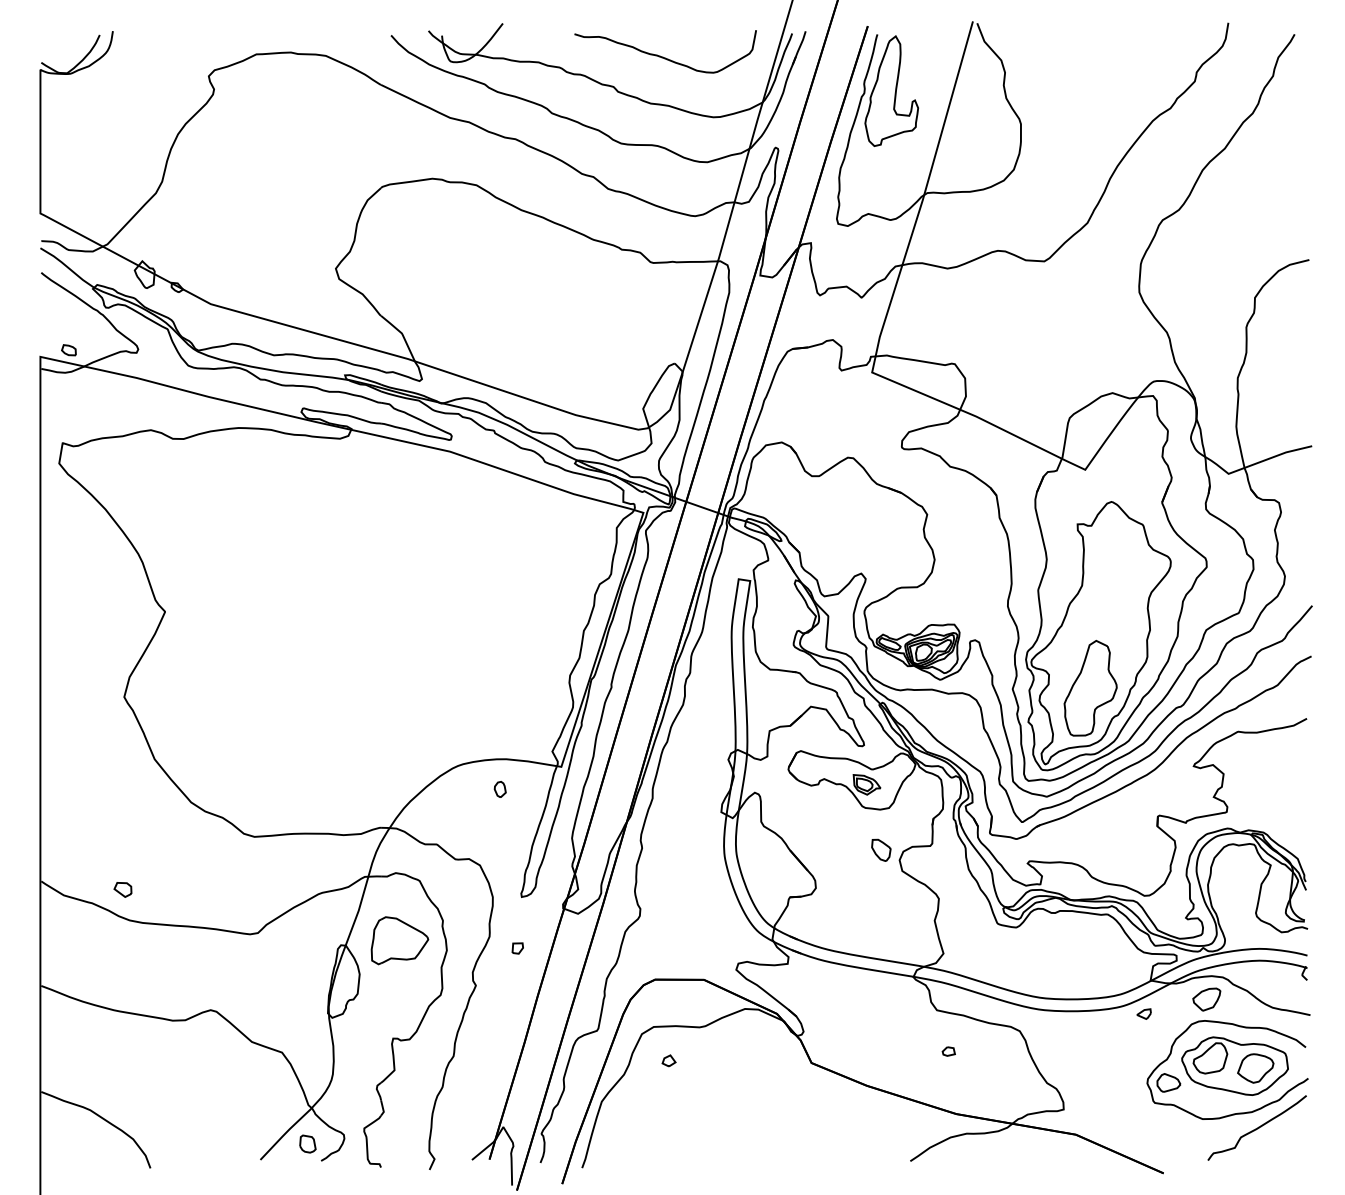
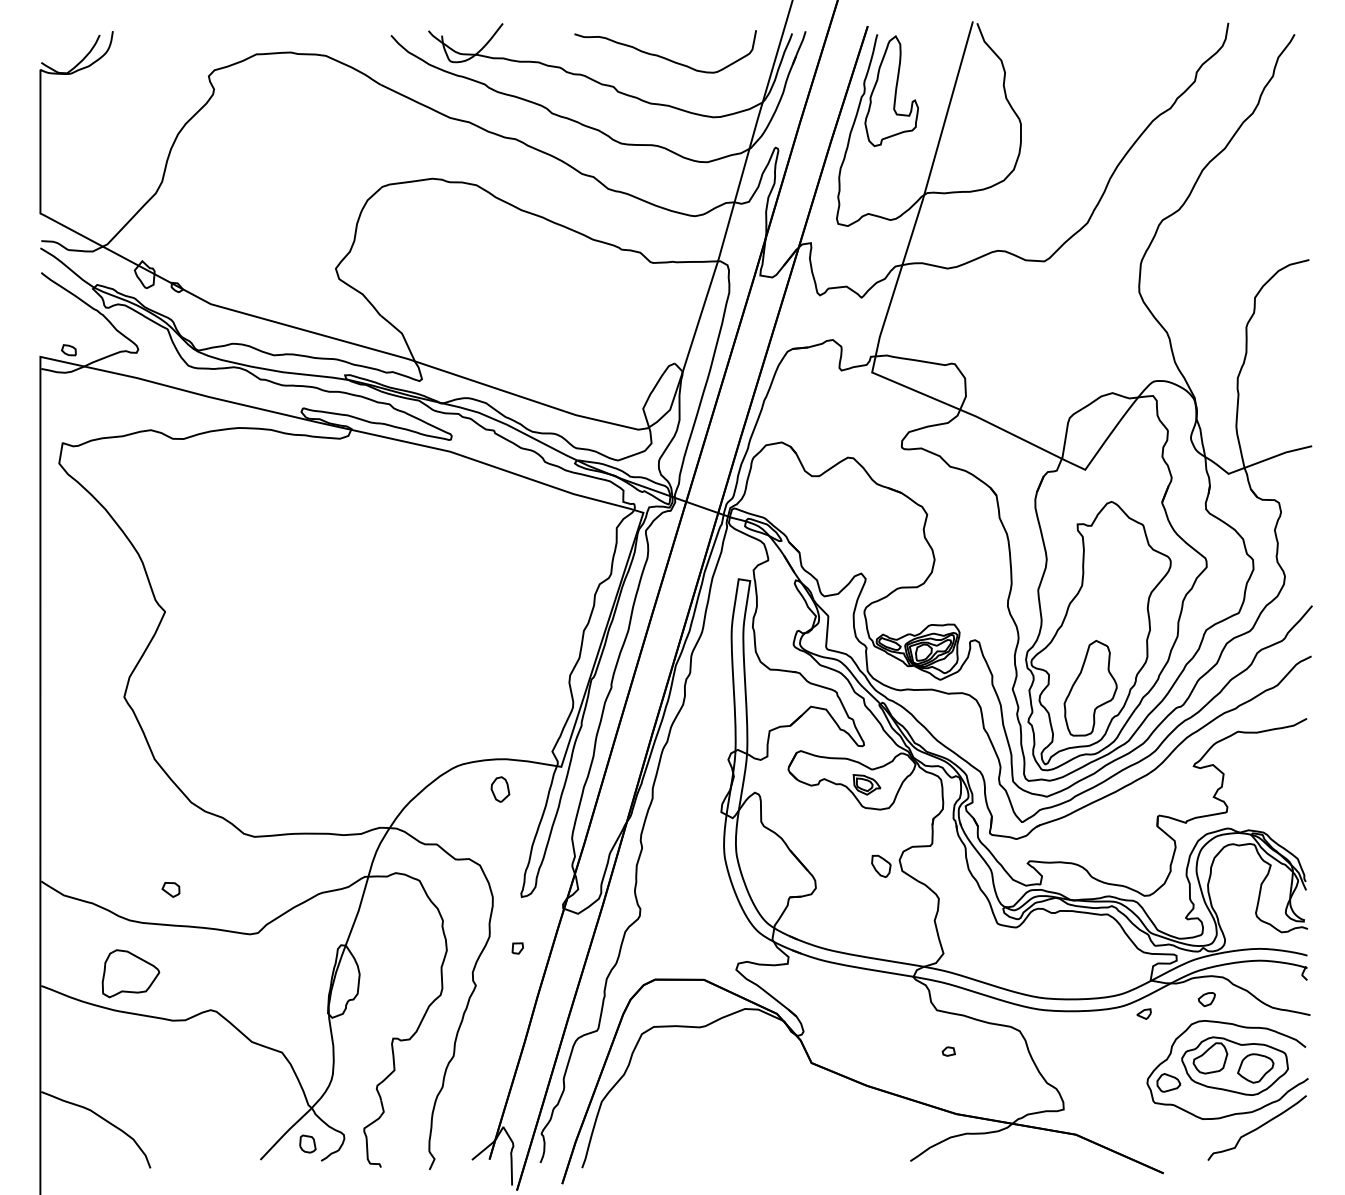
part at (499, 789) size: 14x17 px -> 21x27 px
part at (881, 849) position: (881, 849) -> (881, 865)
part at (122, 889) position: (122, 889) -> (170, 889)
part at (399, 940) position: (399, 940) -> (130, 973)
part at (1206, 999) size: 30x25 px -> 19x16 px
part at (668, 1060): present -> none
